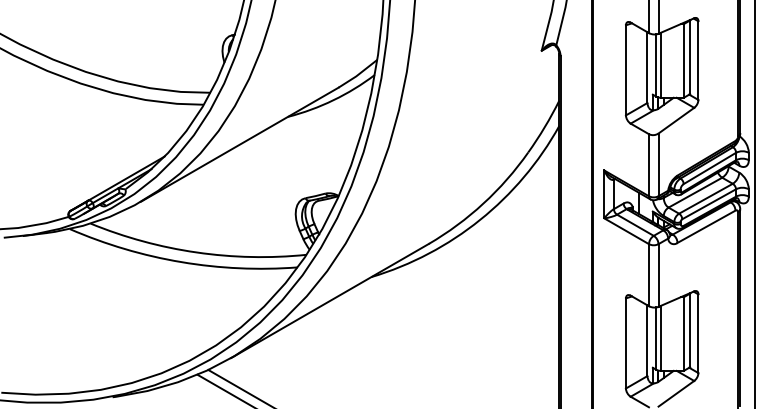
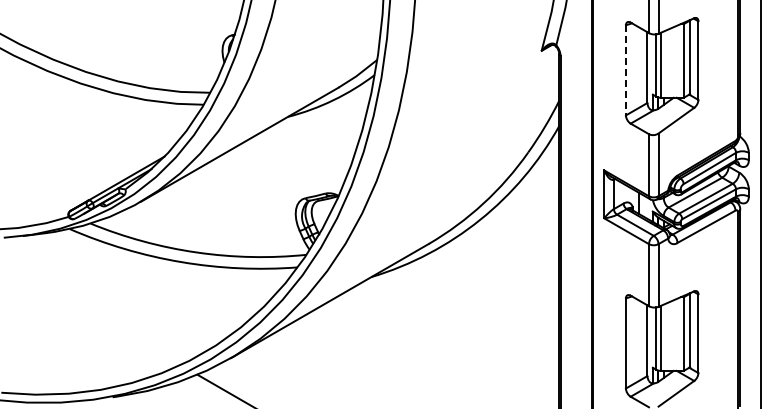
line at (625, 70): solid -> dashed
line at (755, 203) position: (755, 203) -> (761, 203)
line at (239, 387): present -> none
